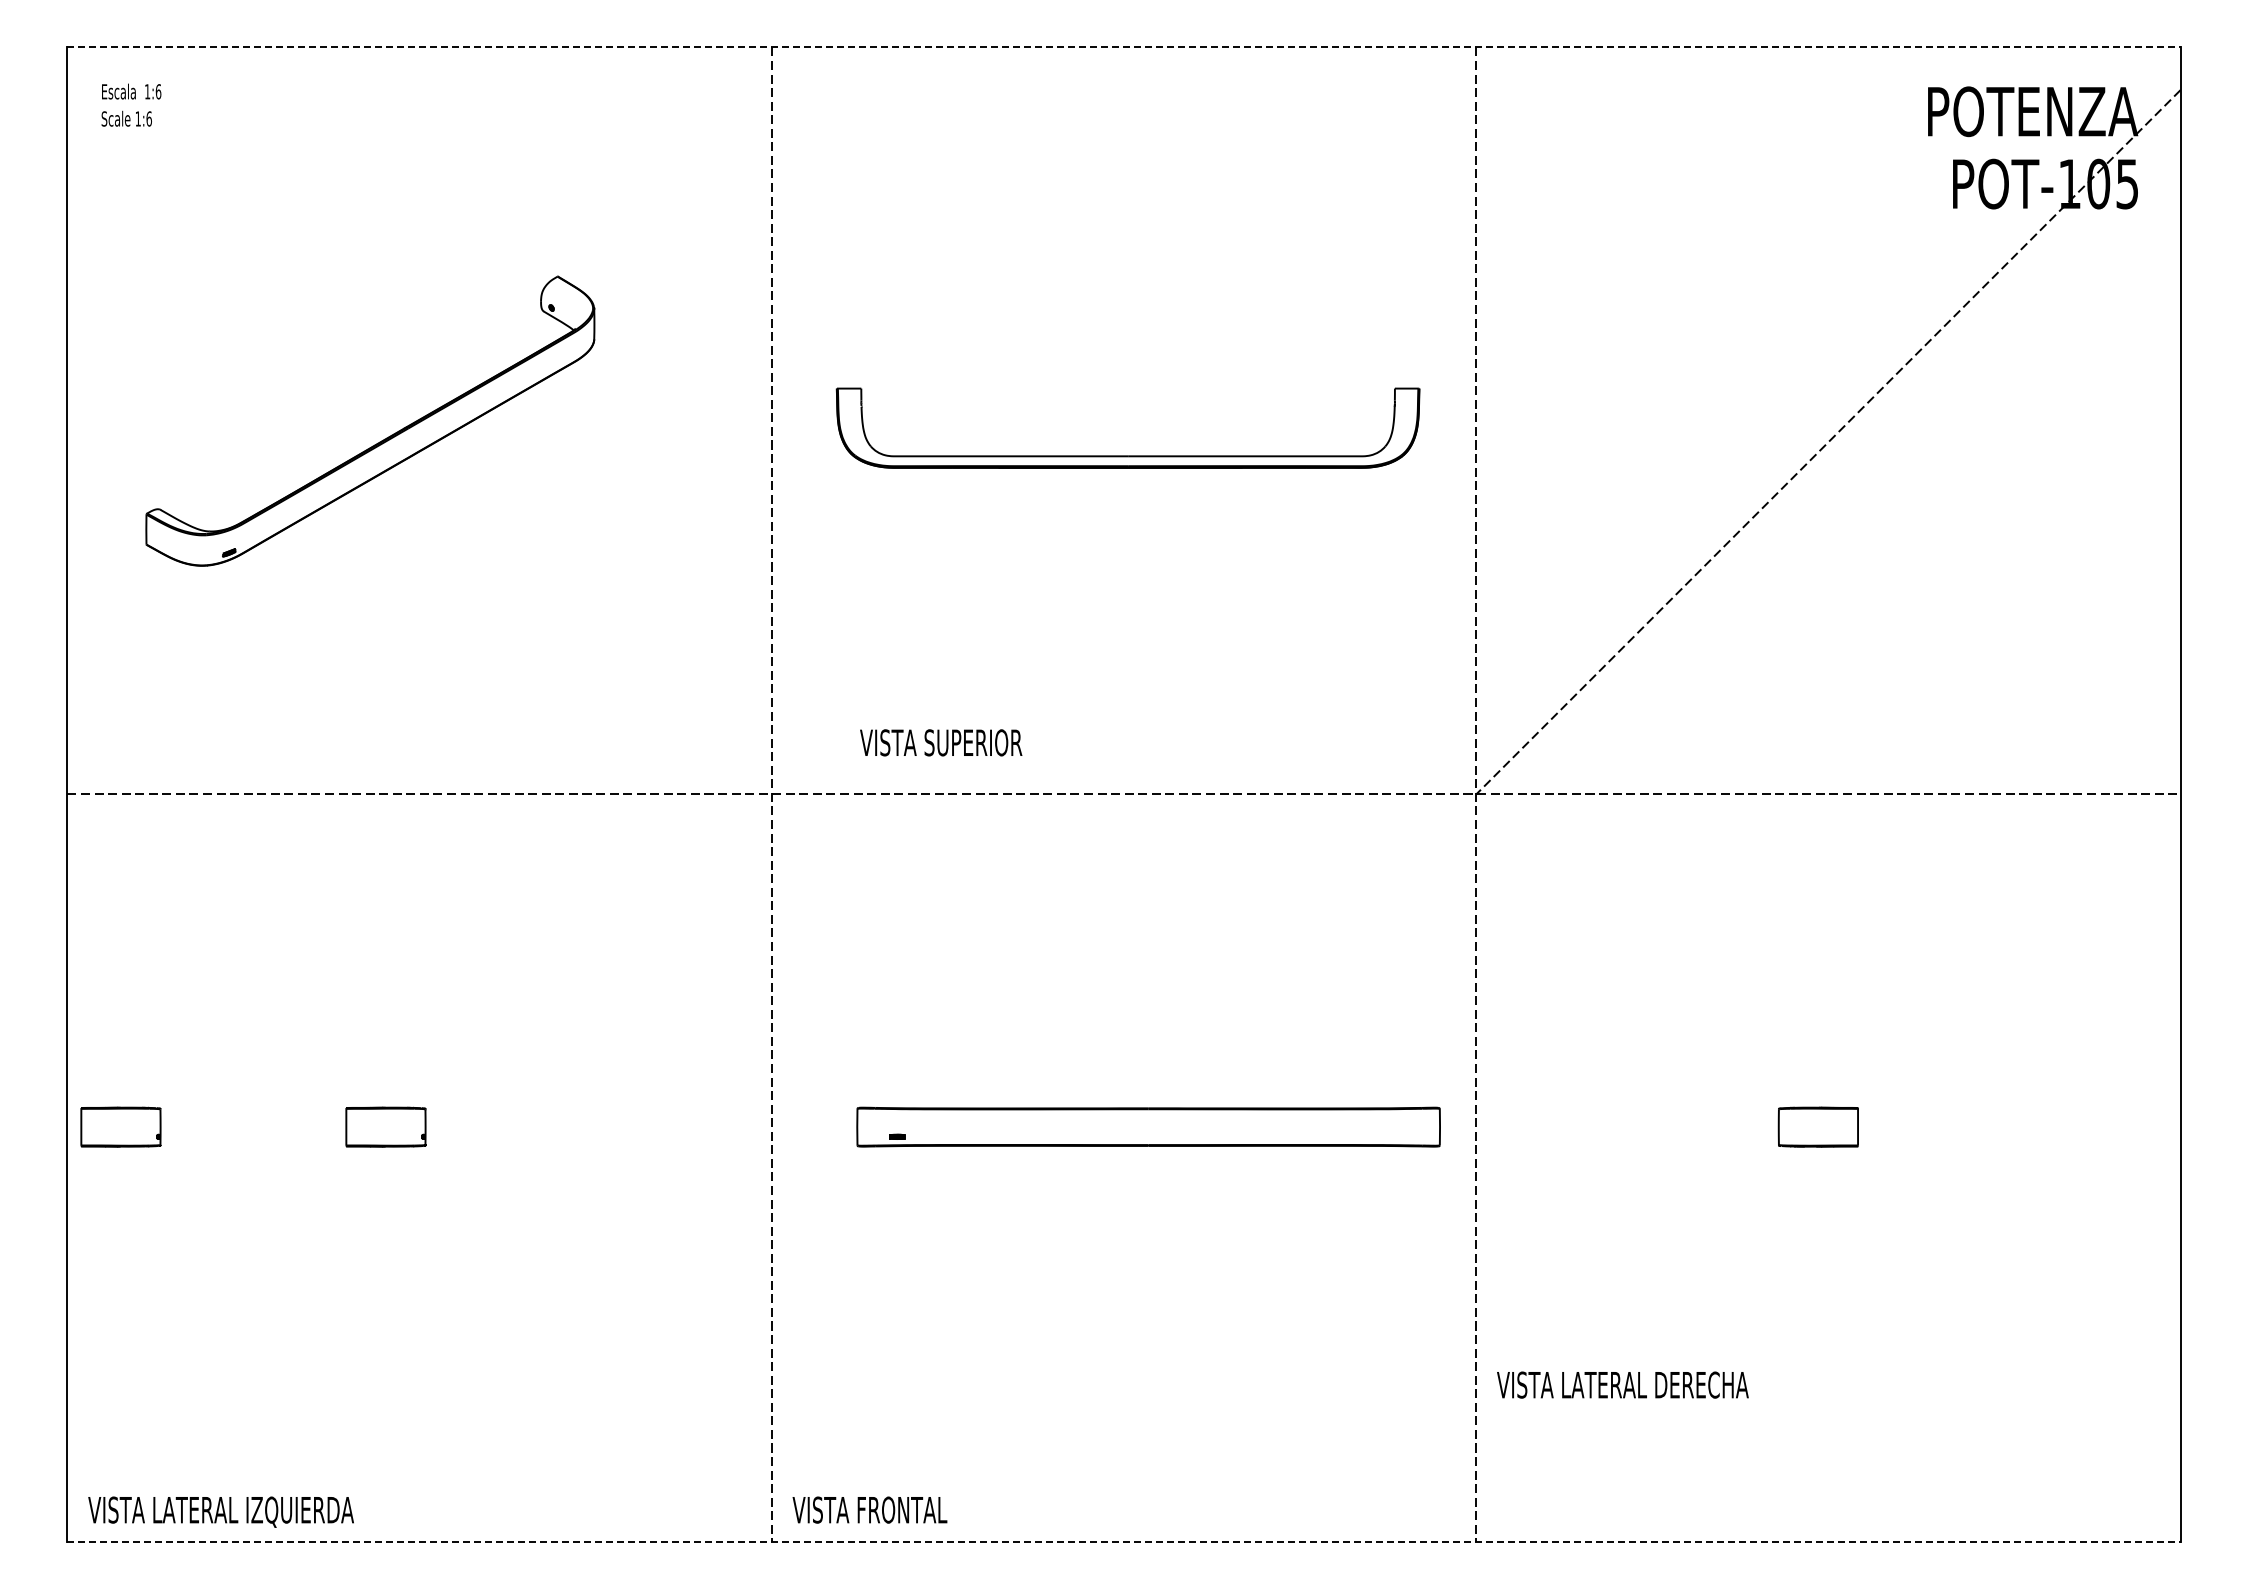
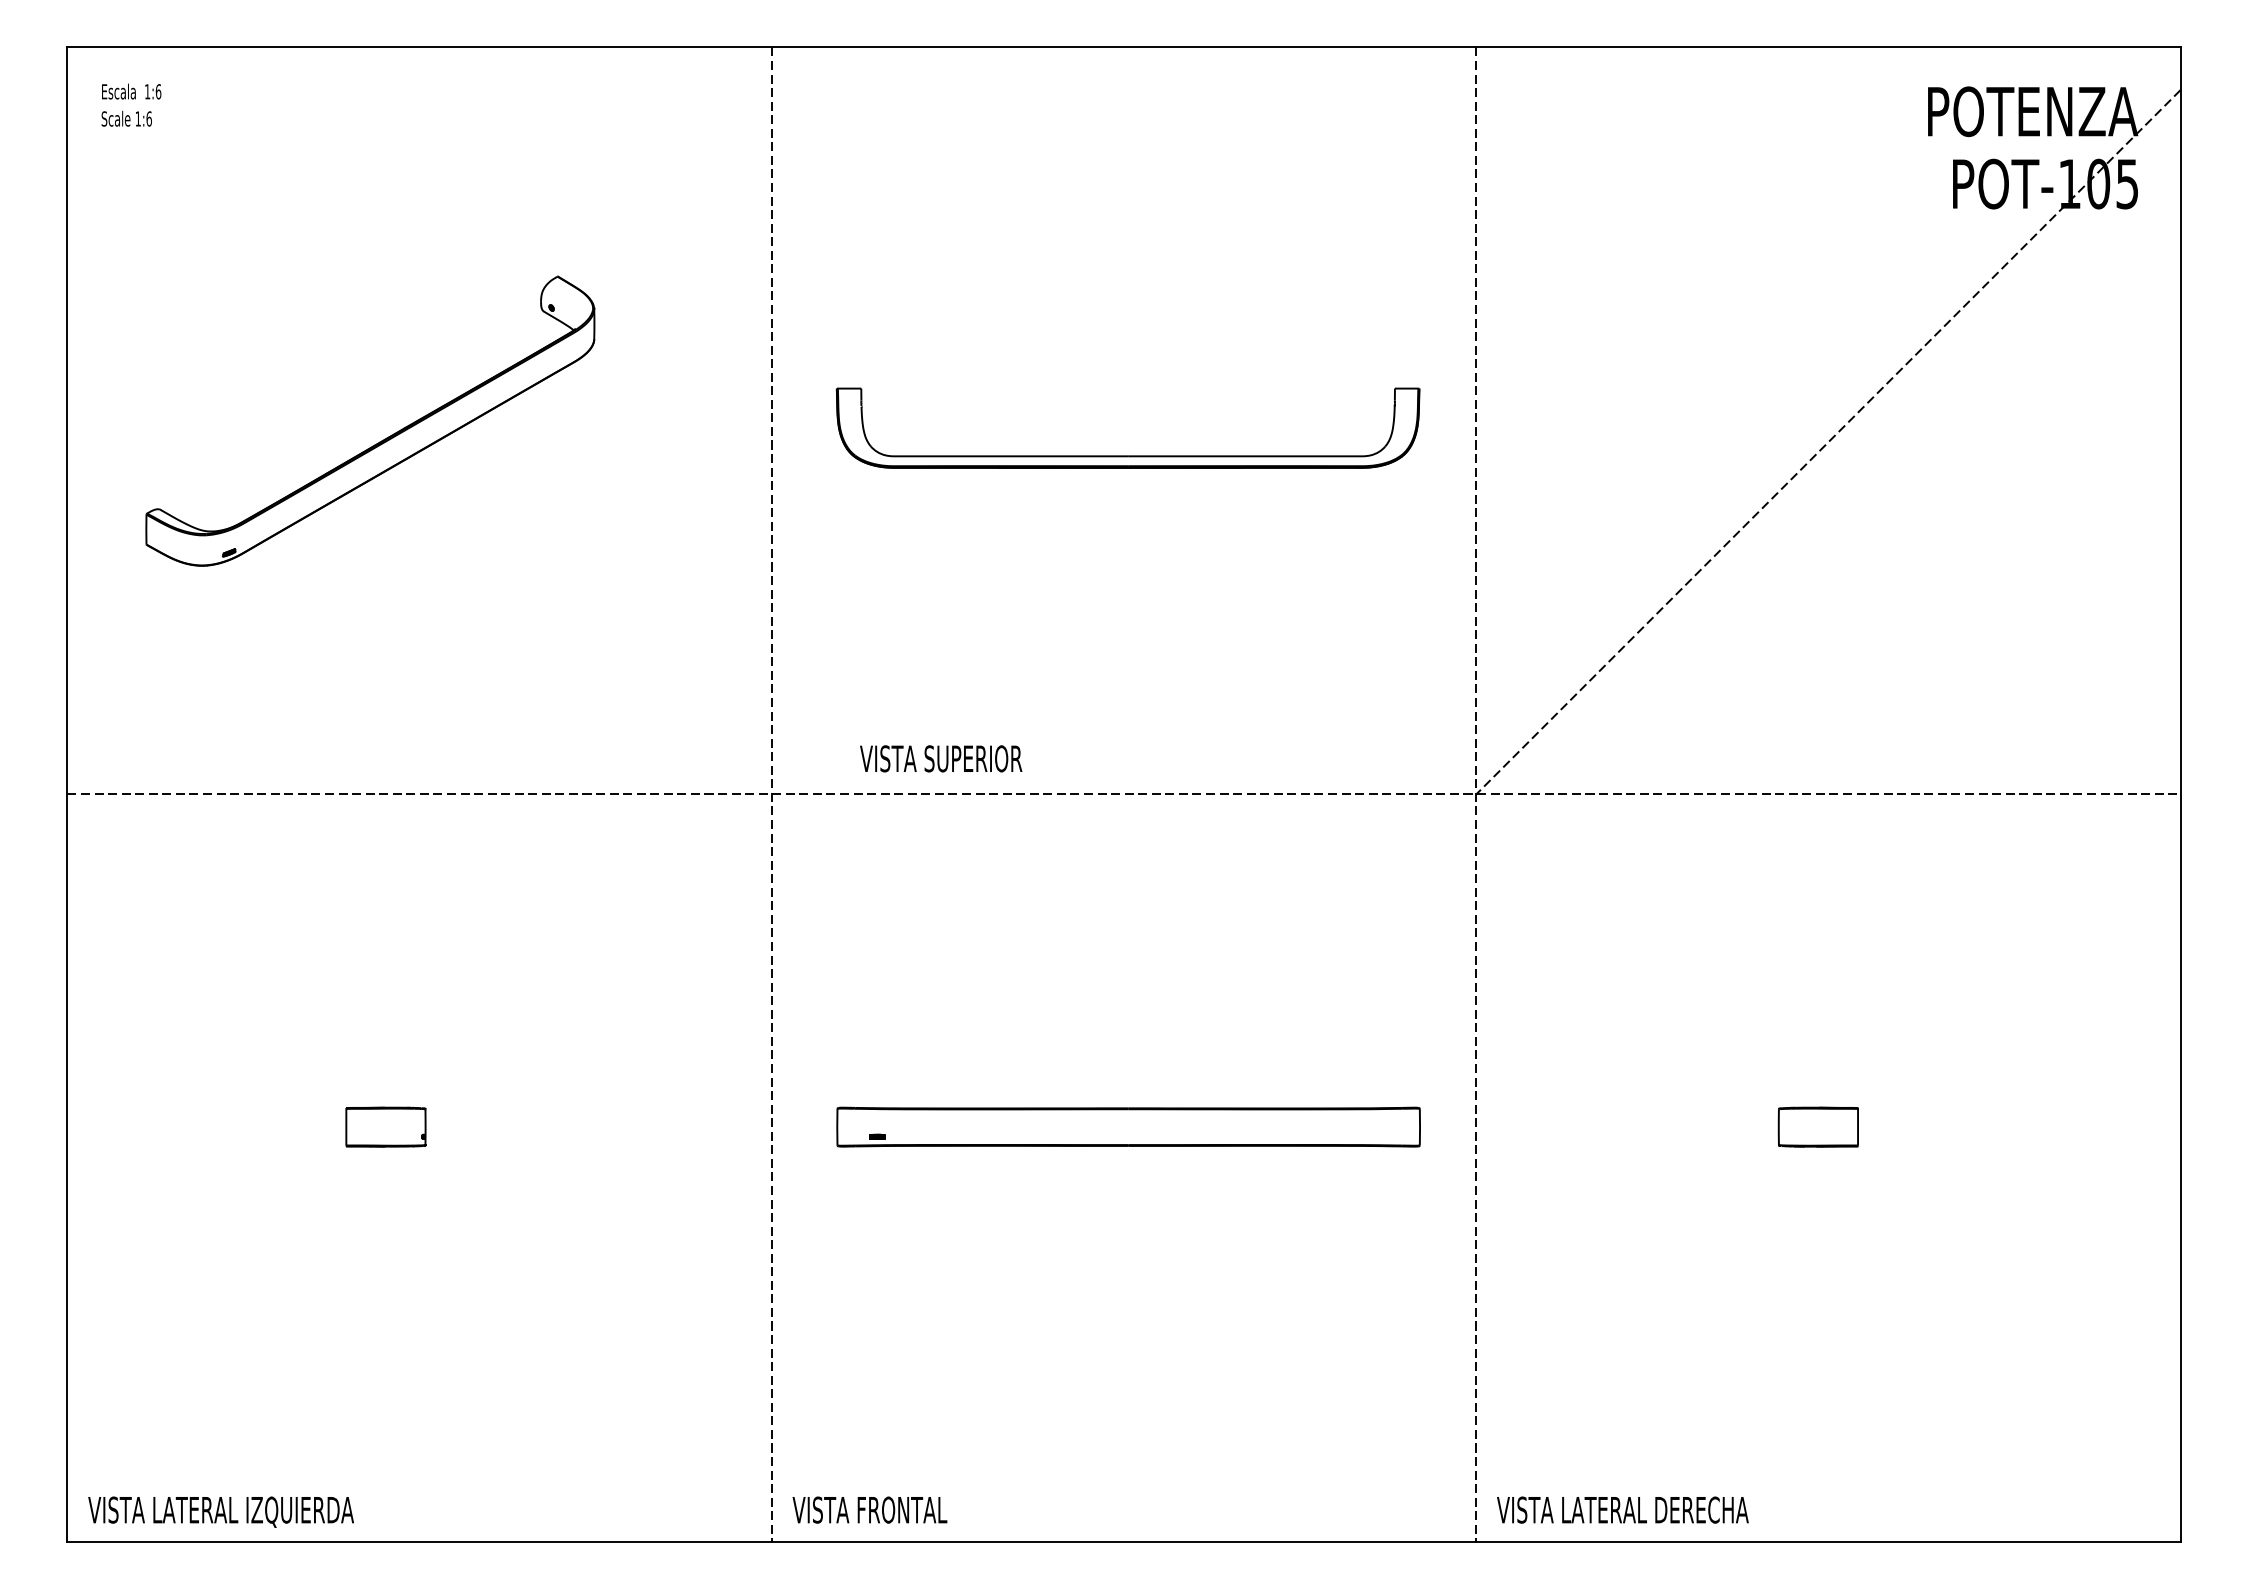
line at (1123, 47): dashed -> solid
text at (941, 742) position: (941, 742) -> (941, 758)
part at (120, 1126): present -> none
part at (1148, 1126) position: (1148, 1126) -> (1128, 1126)
text at (1622, 1384) position: (1622, 1384) -> (1622, 1509)
line at (1123, 1541): dashed -> solid
